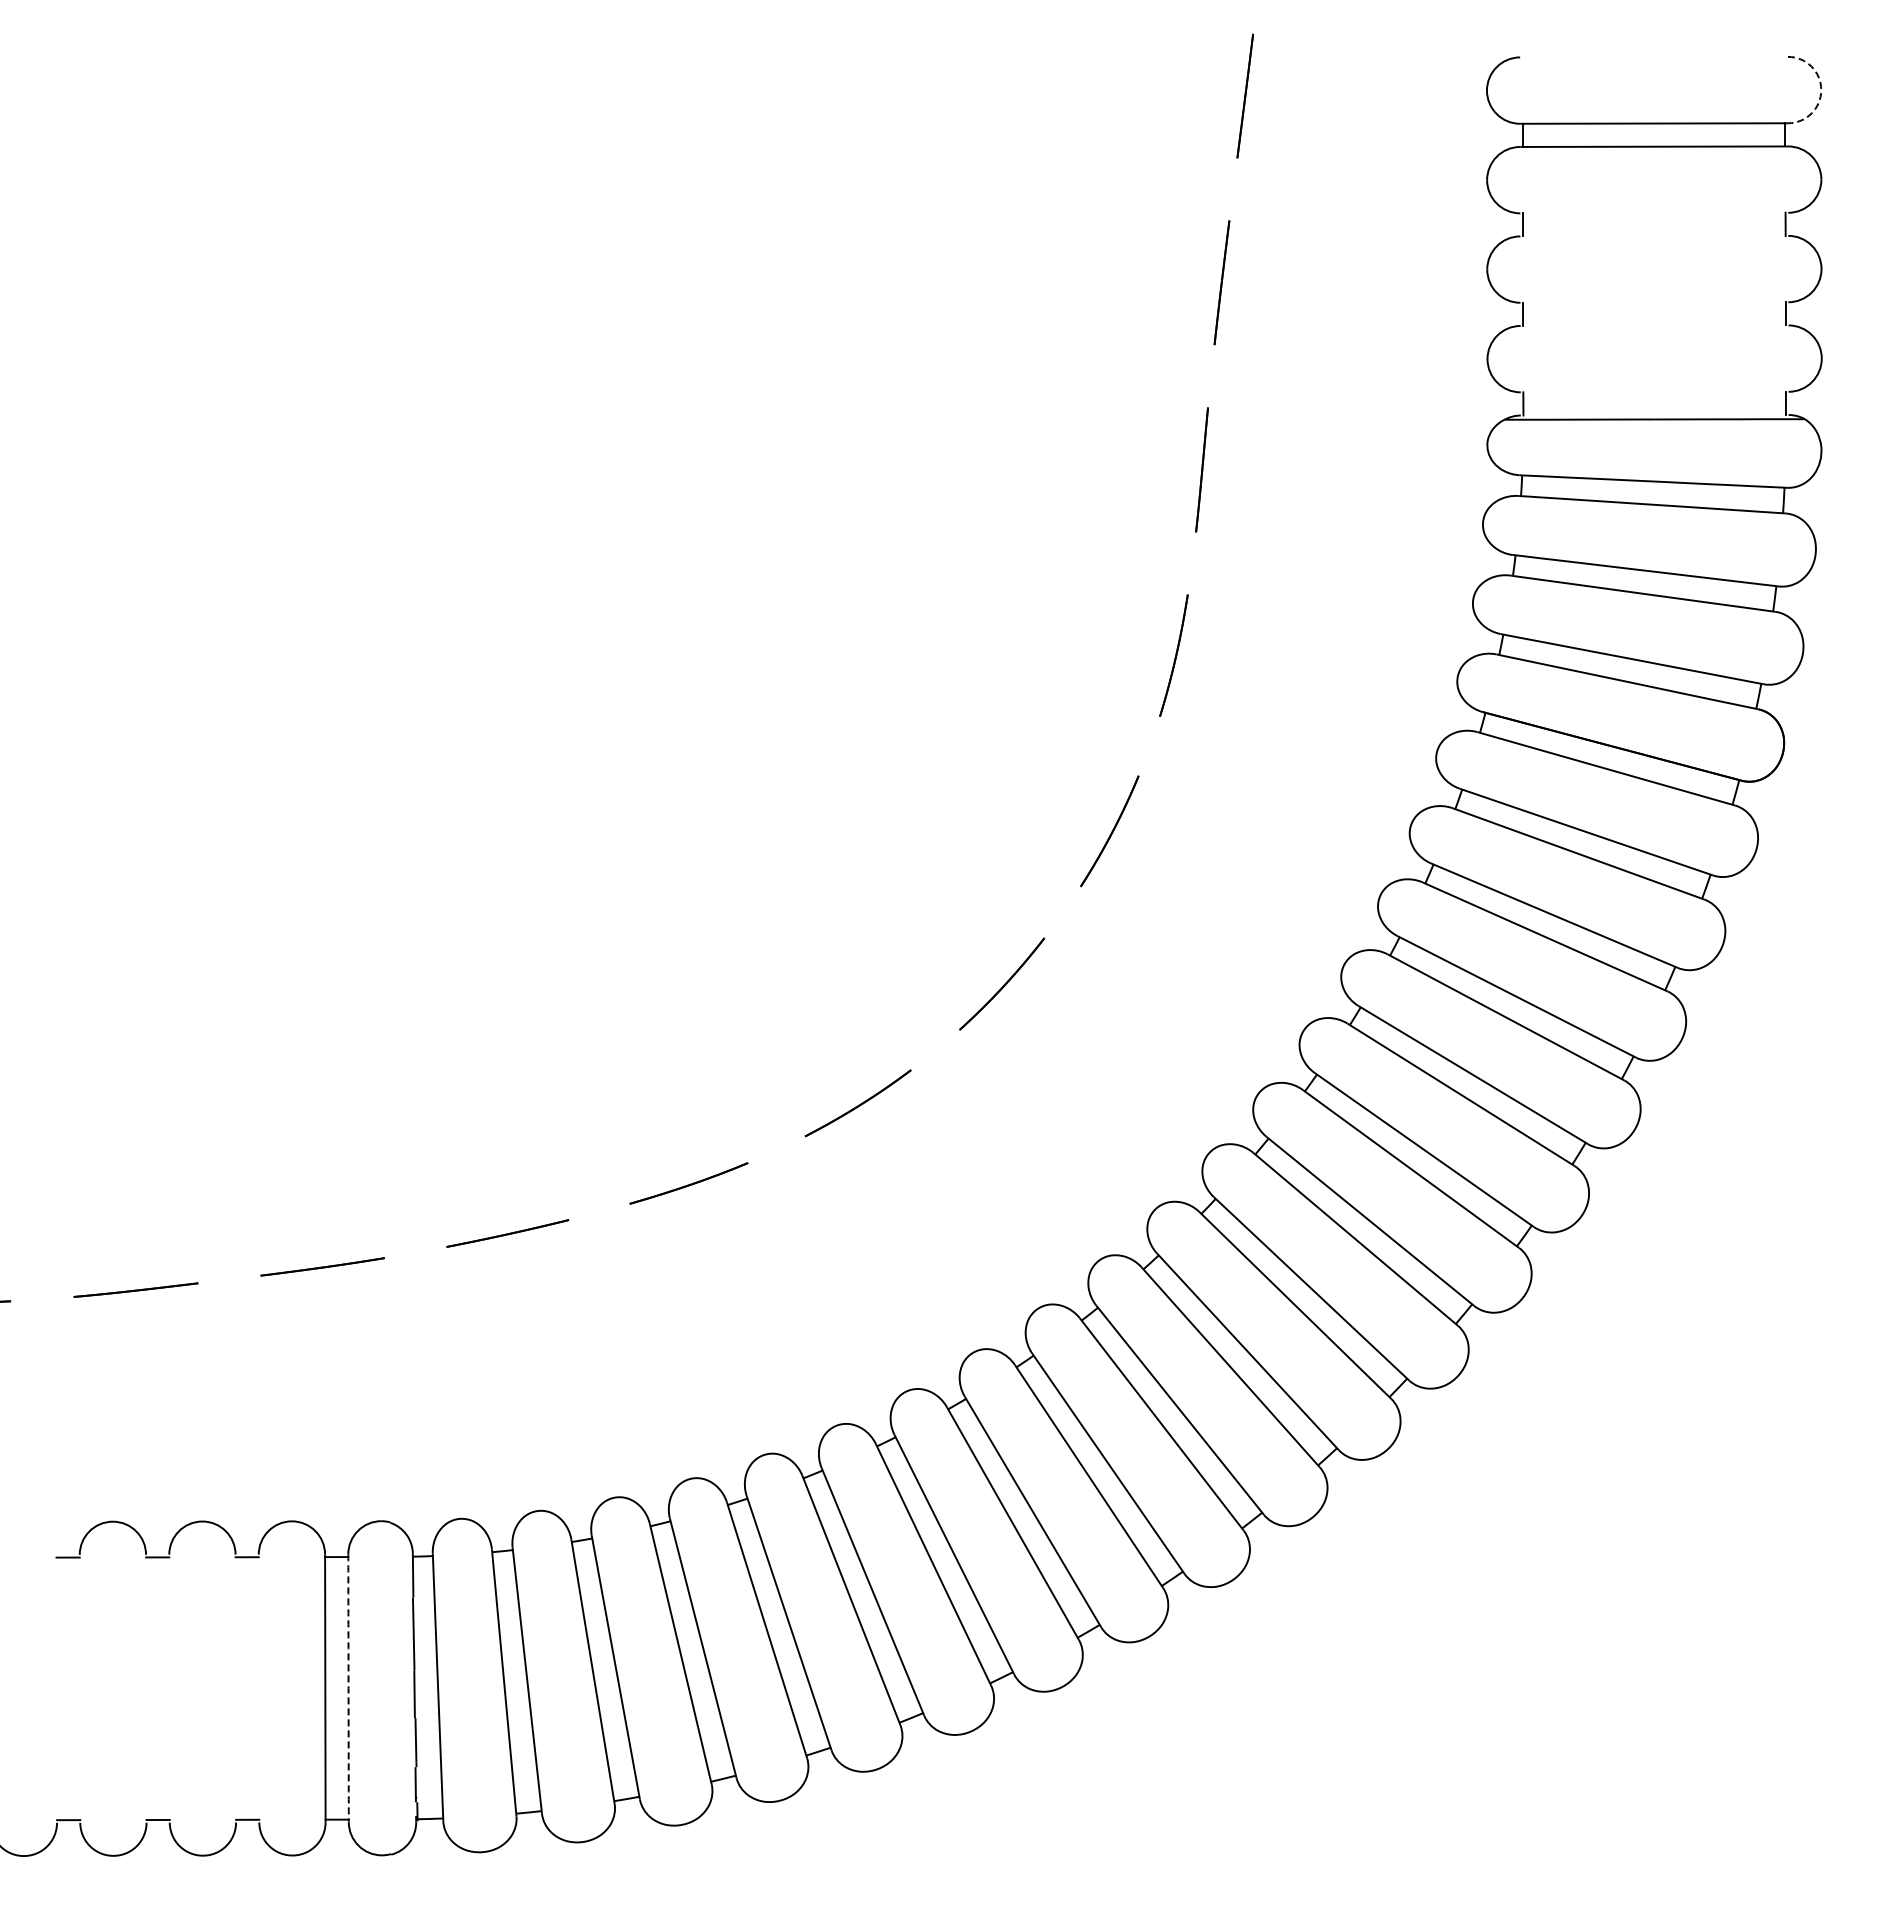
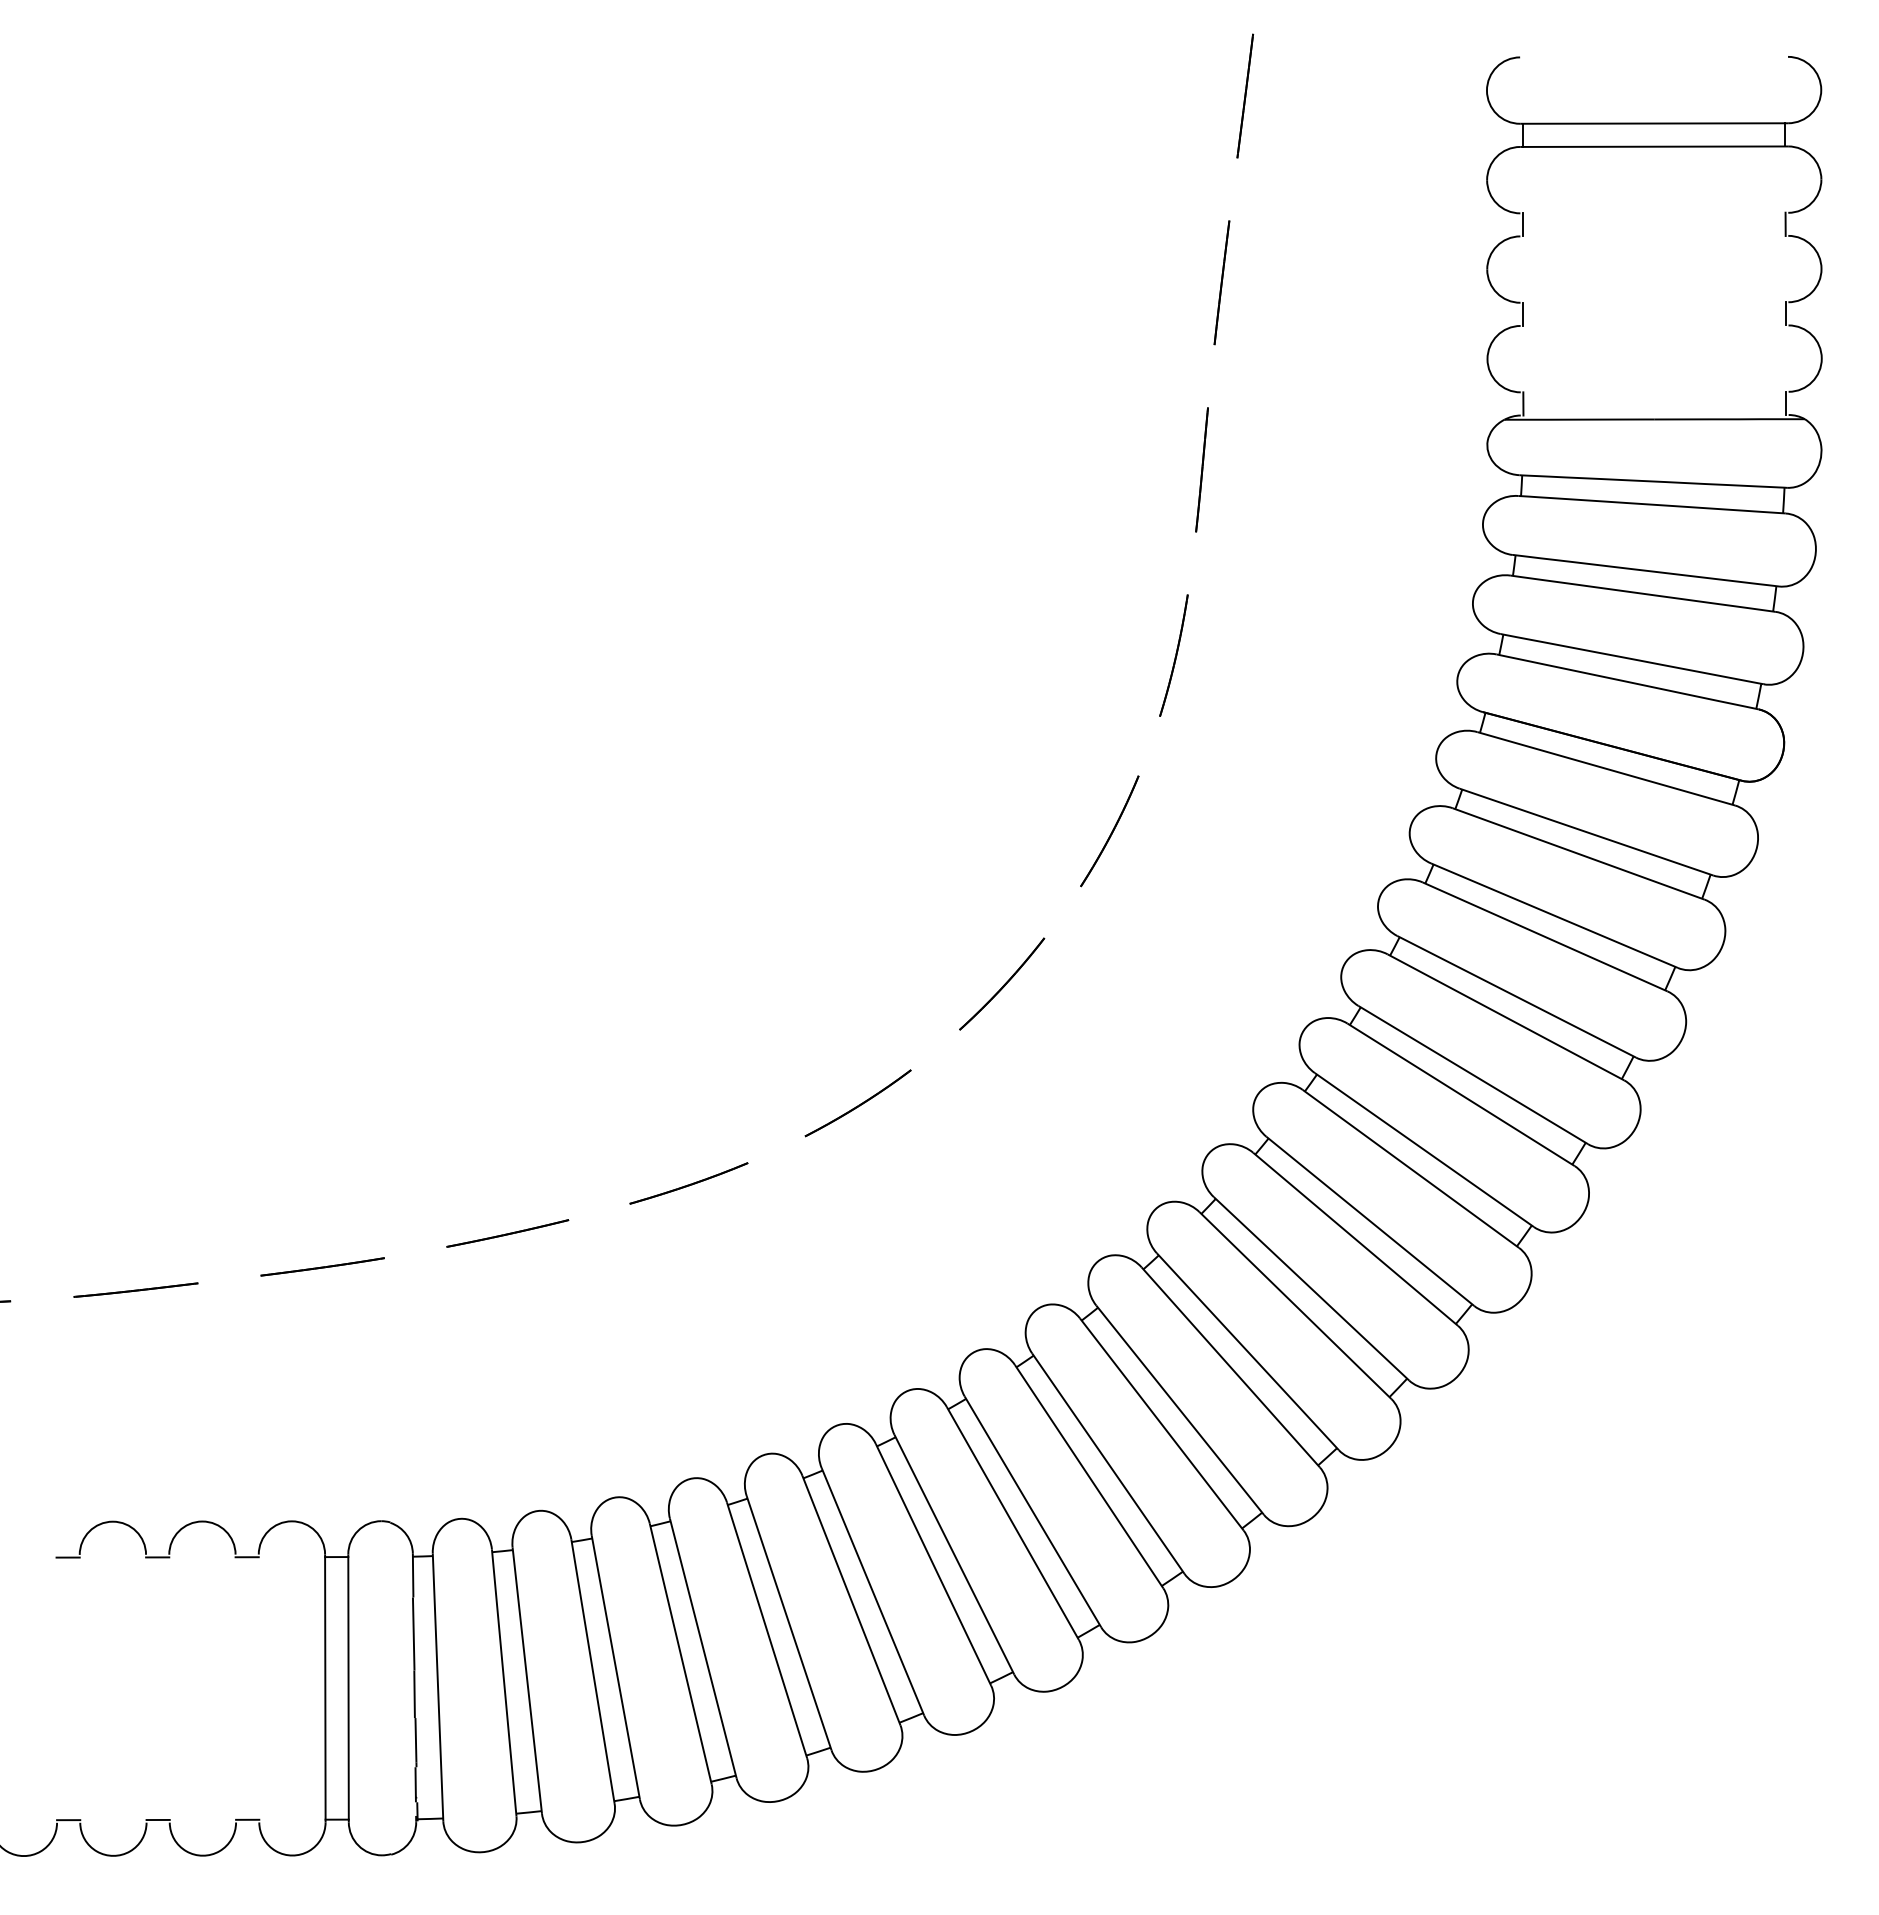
arc at (1821, 90): dashed -> solid
arc at (348, 1688): dashed -> solid
